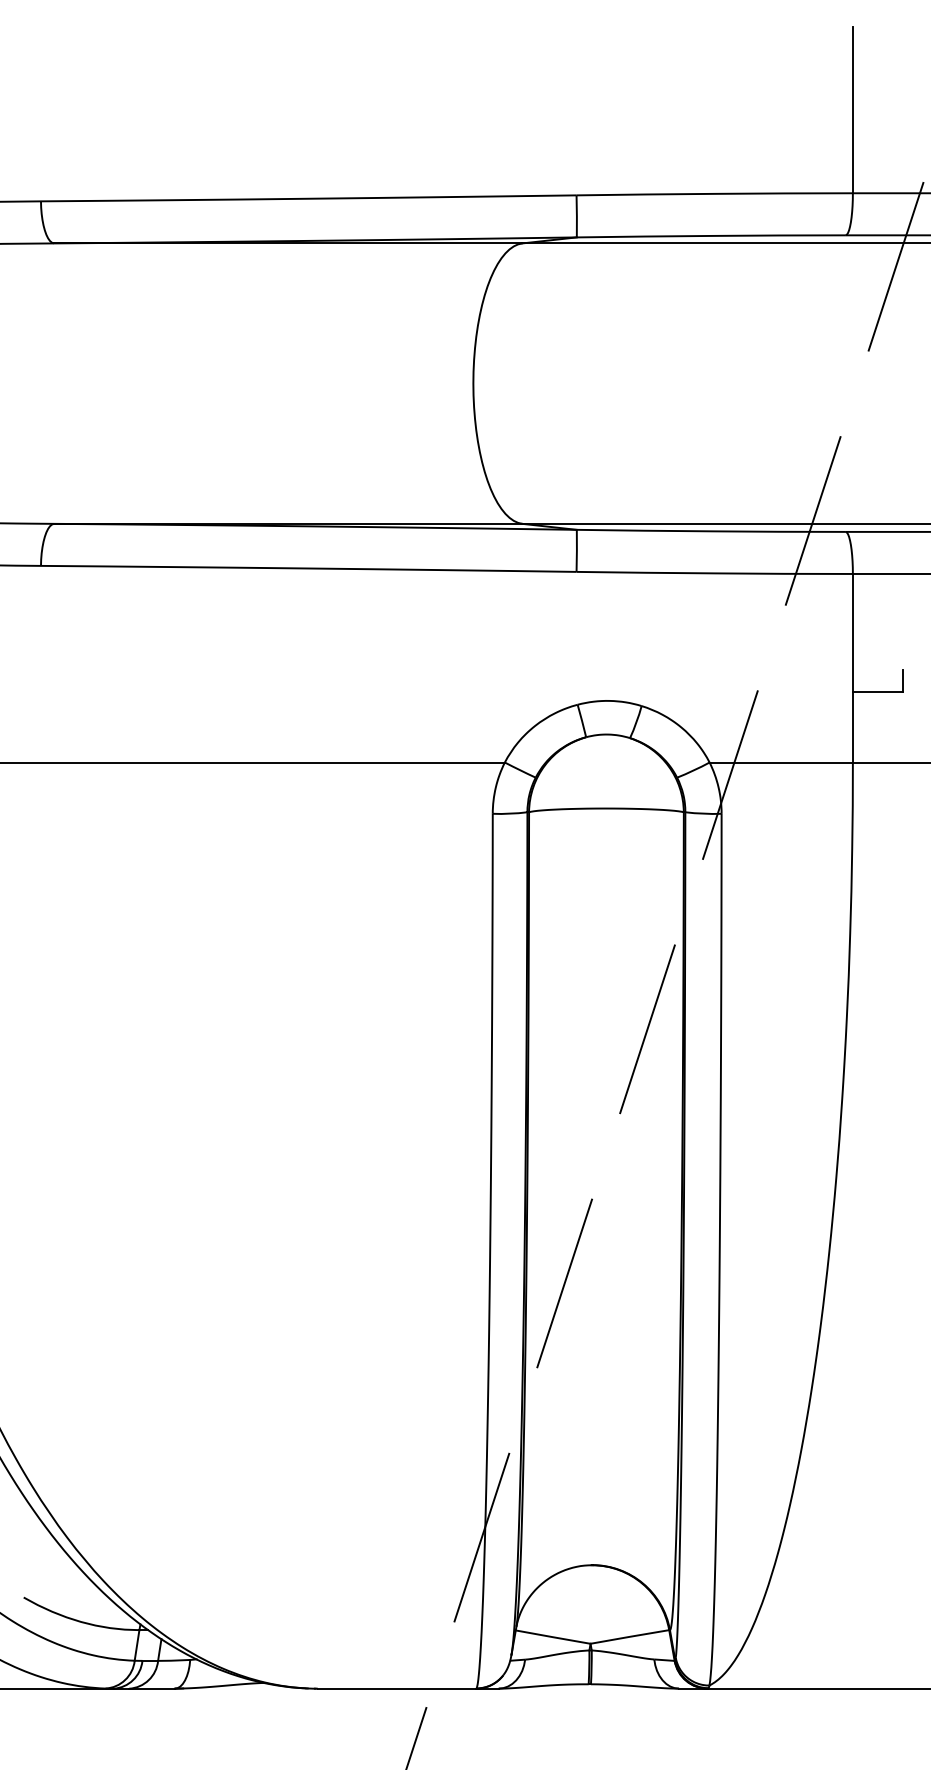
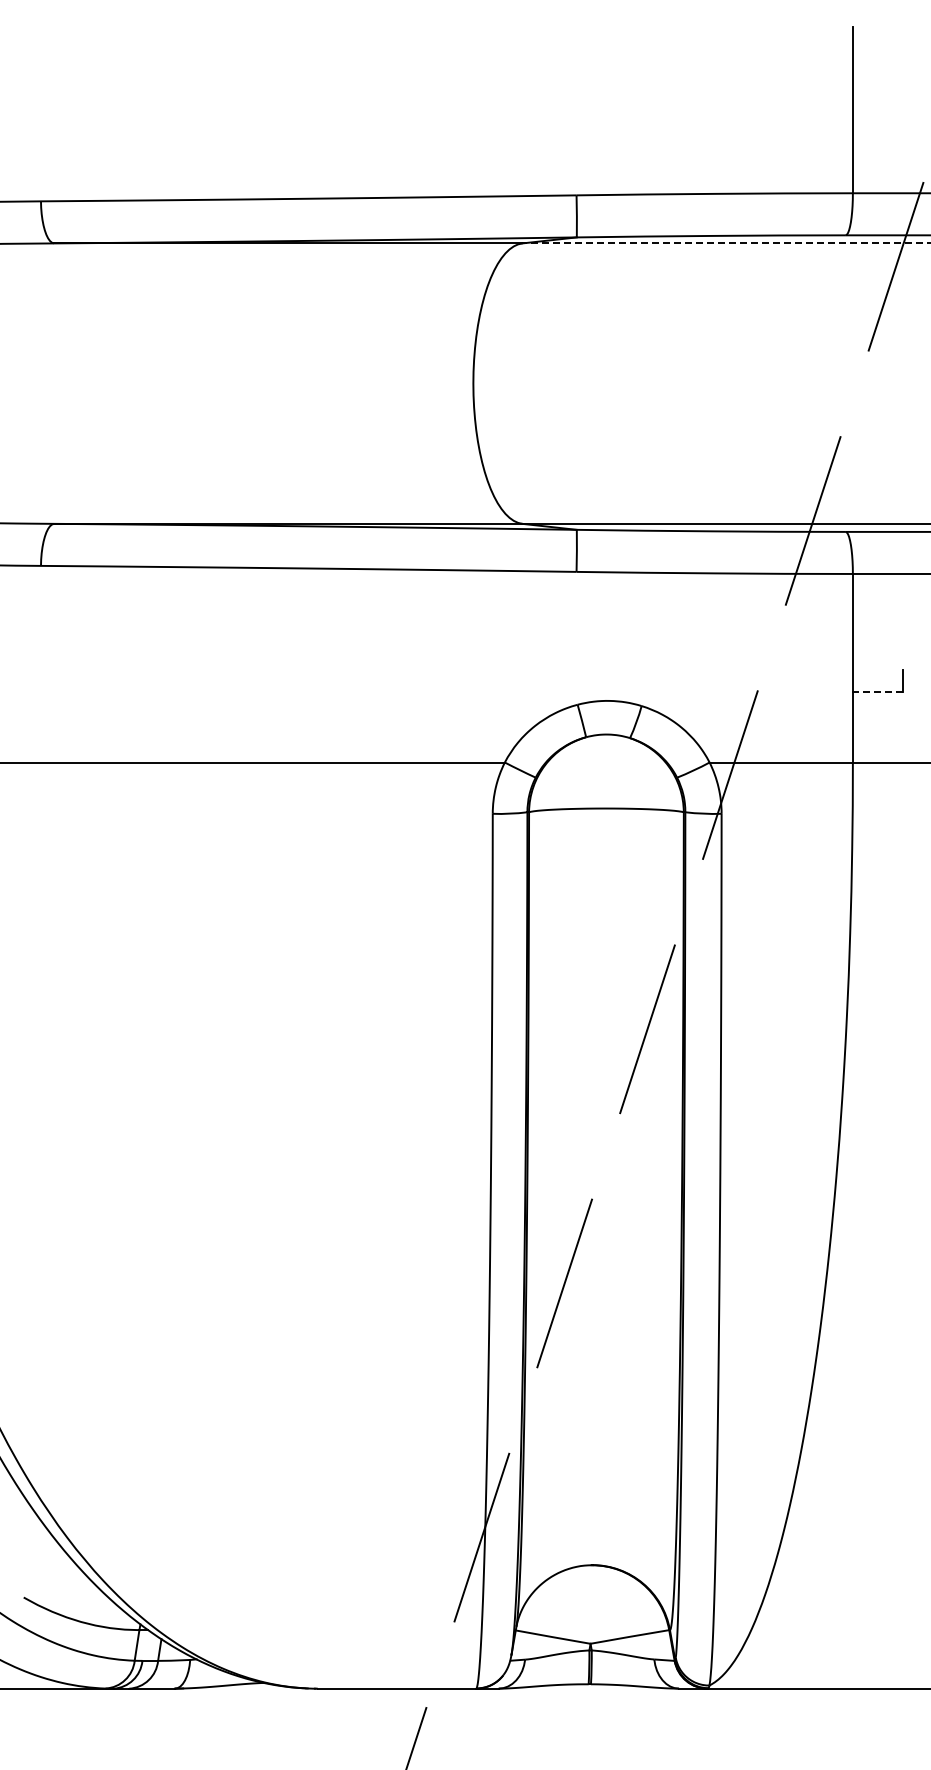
line at (726, 243): solid -> dashed
line at (877, 692): solid -> dashed
